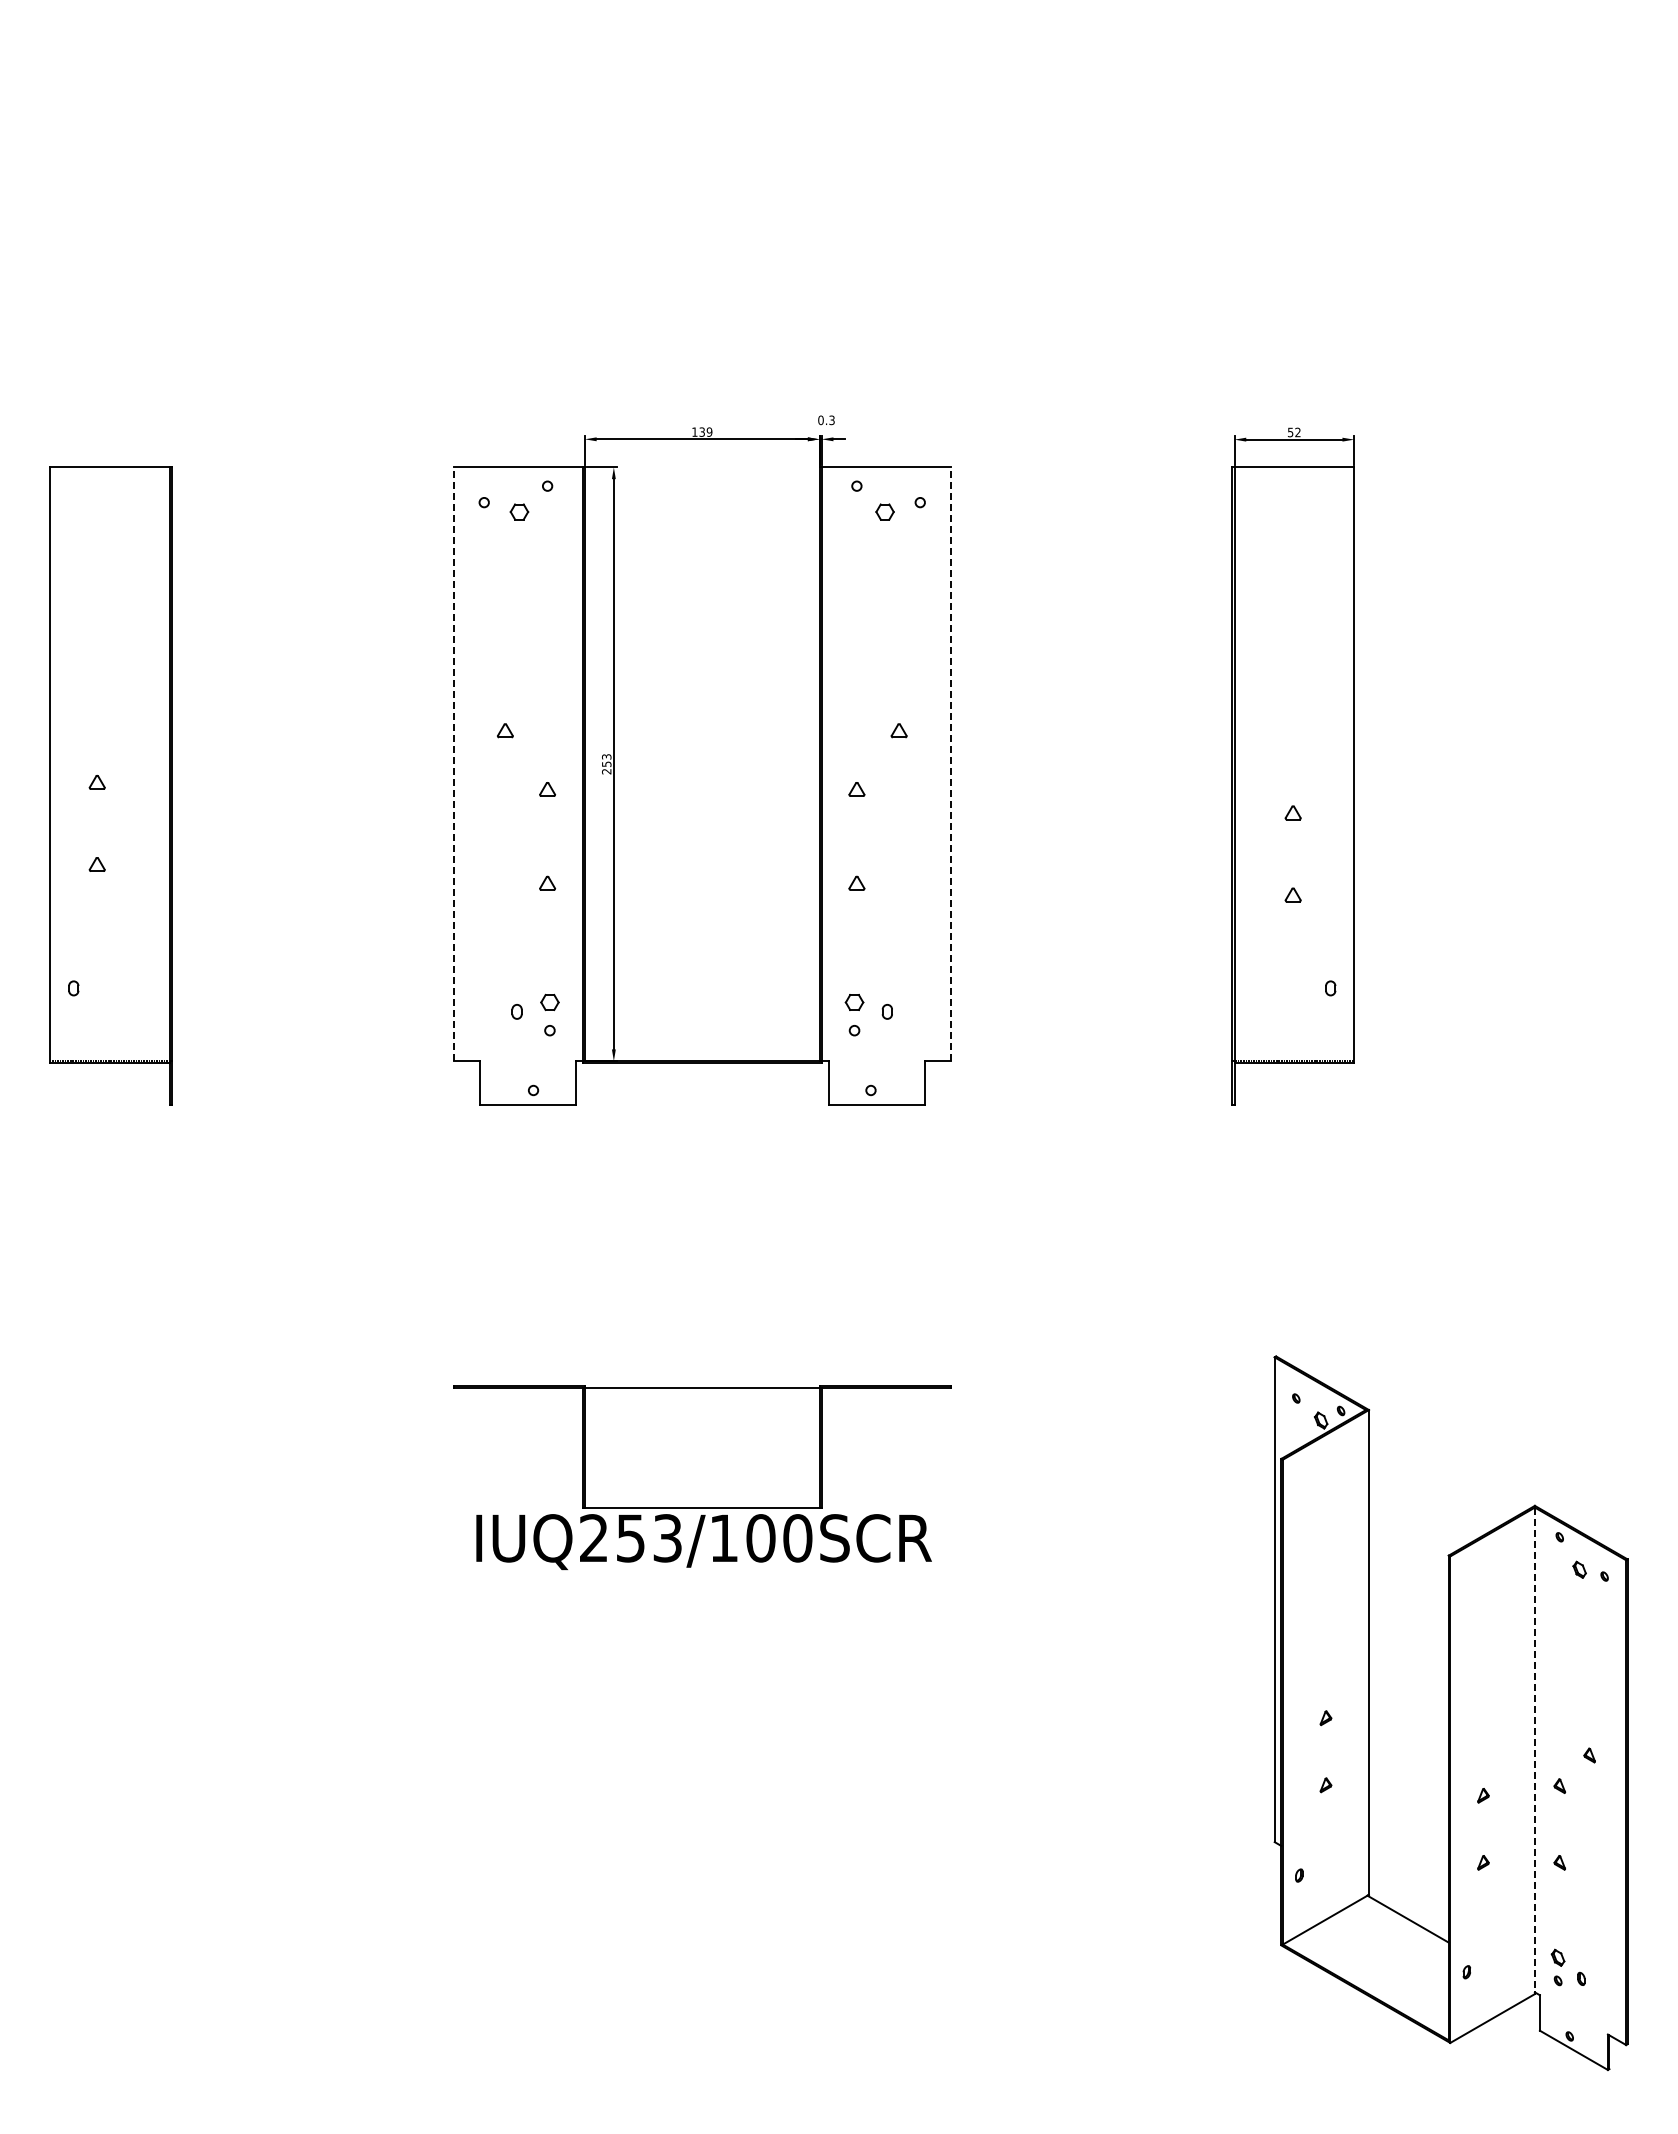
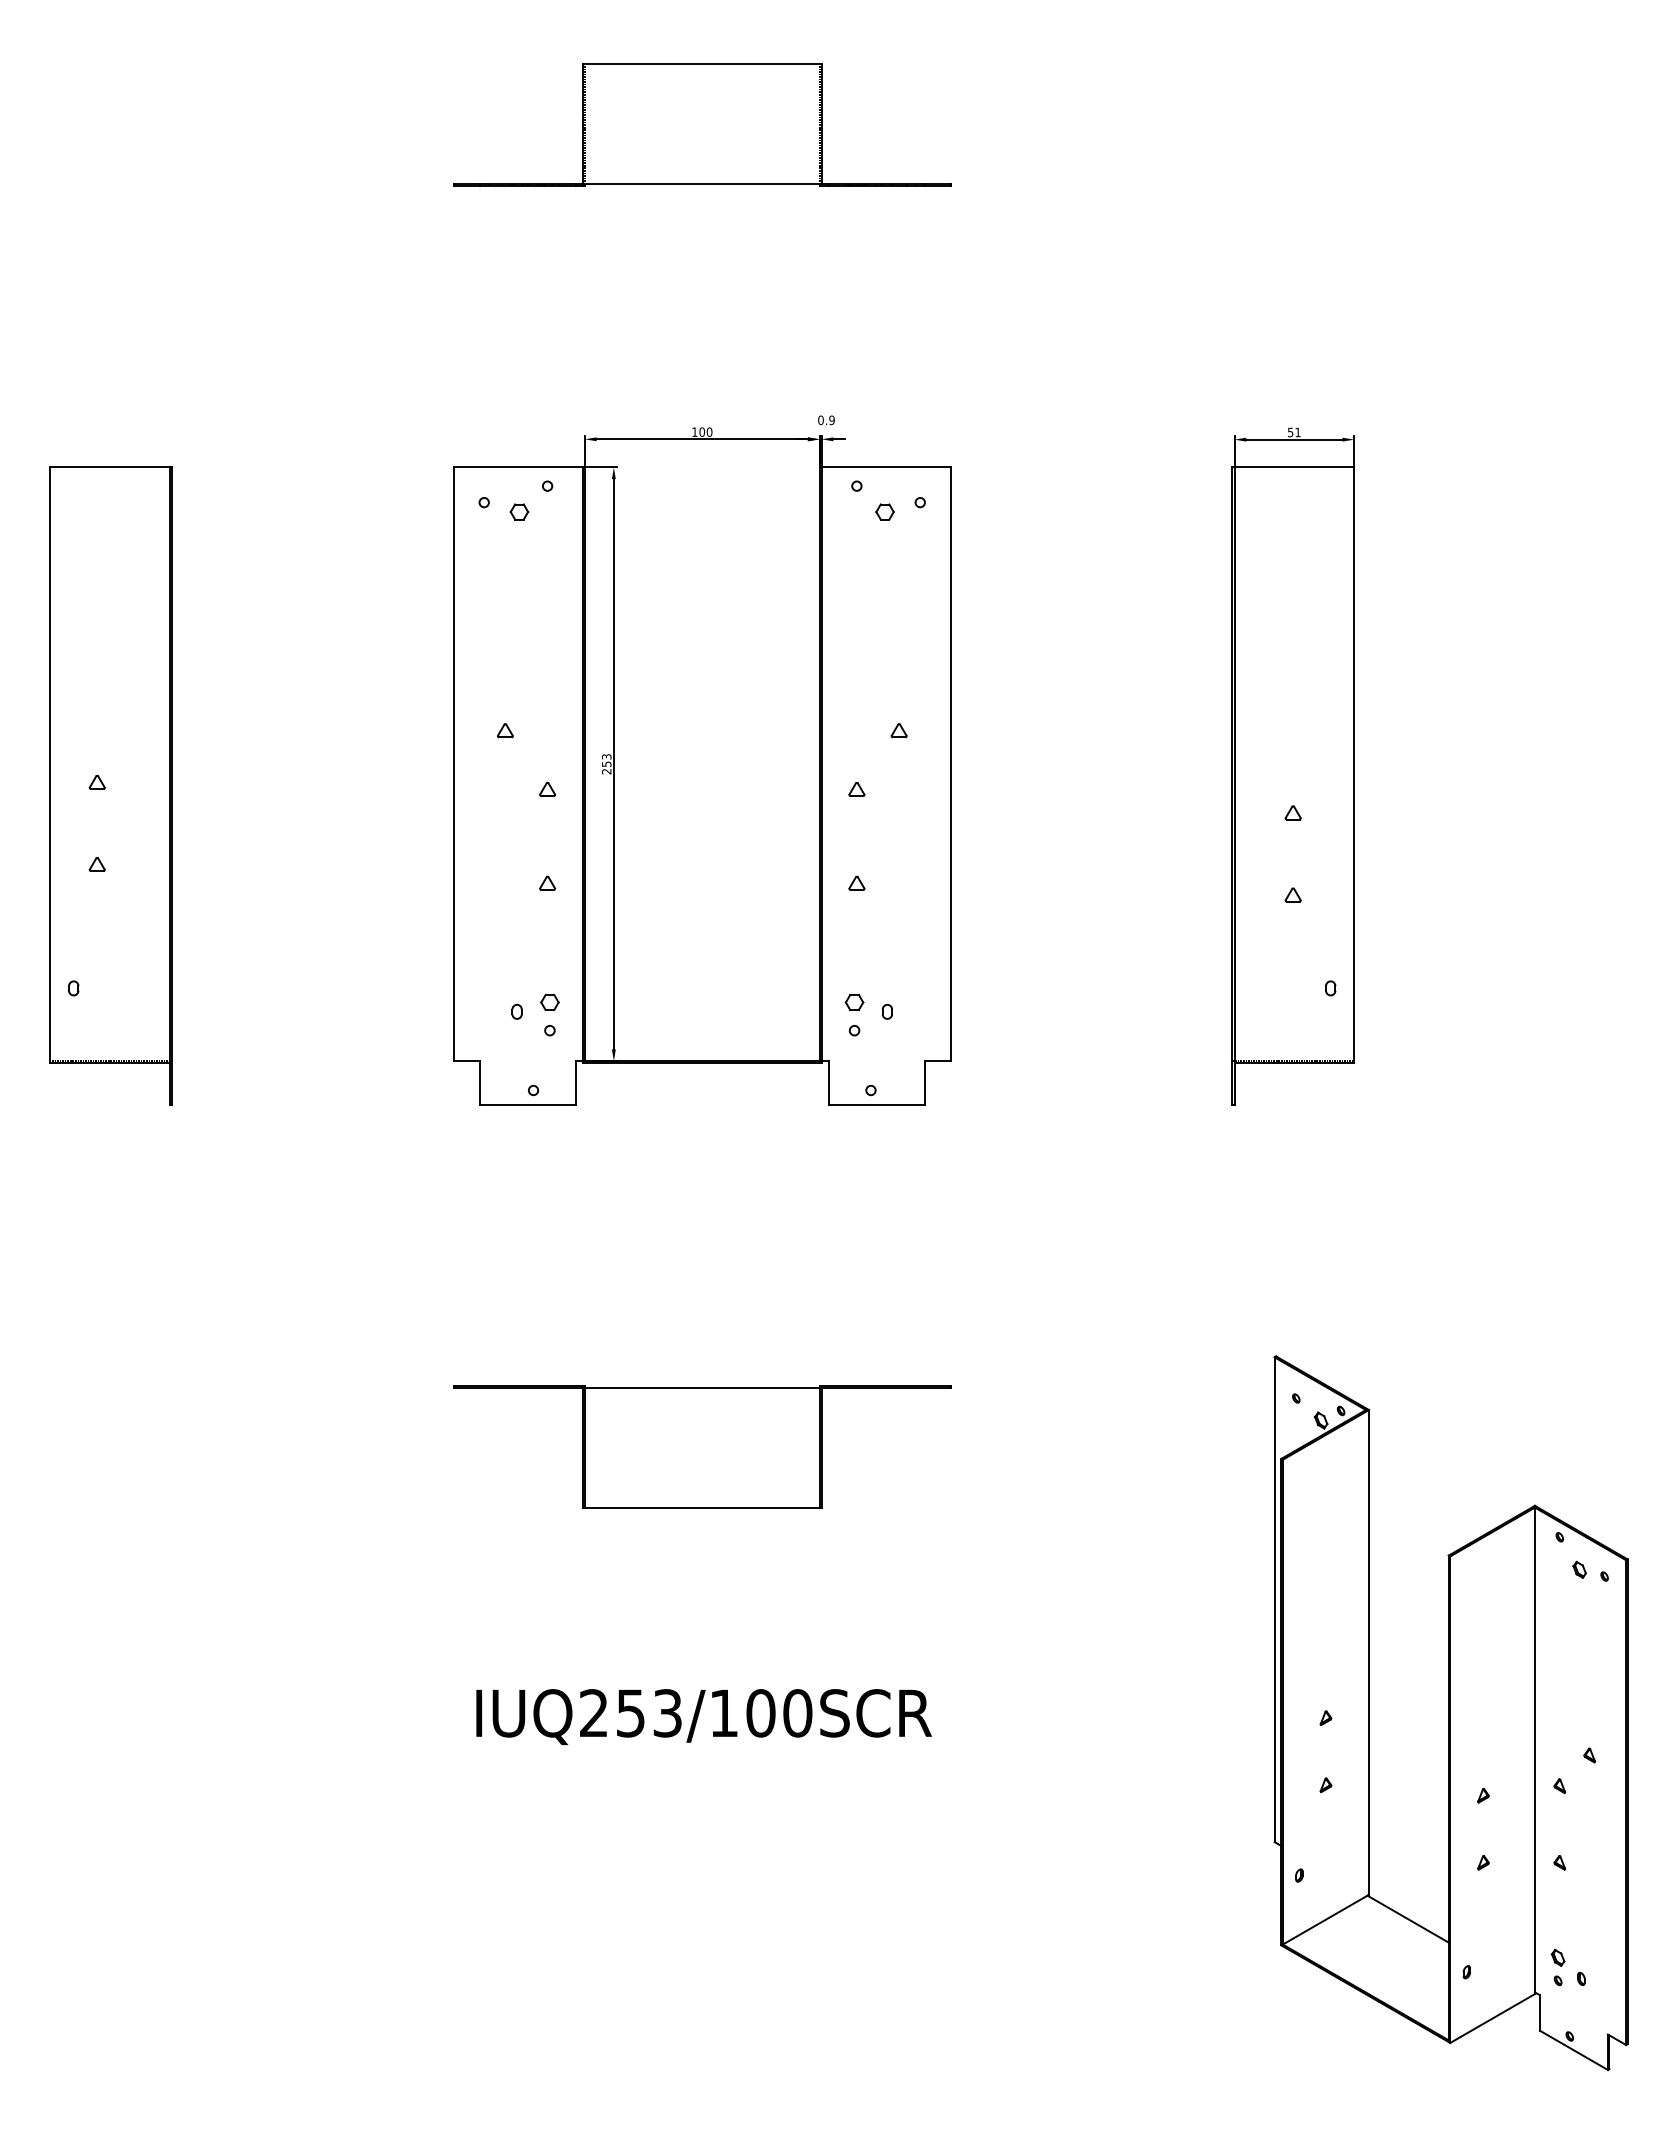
part at (702, 124): none -> present
text at (831, 419): 0.3 -> 0.9
text at (705, 431): 139 -> 100
text at (1297, 432): 52 -> 51
line at (453, 764): dashed -> solid
line at (950, 764): dashed -> solid
text at (703, 1541) position: (703, 1541) -> (703, 1716)
line at (1534, 1750): dashed -> solid
